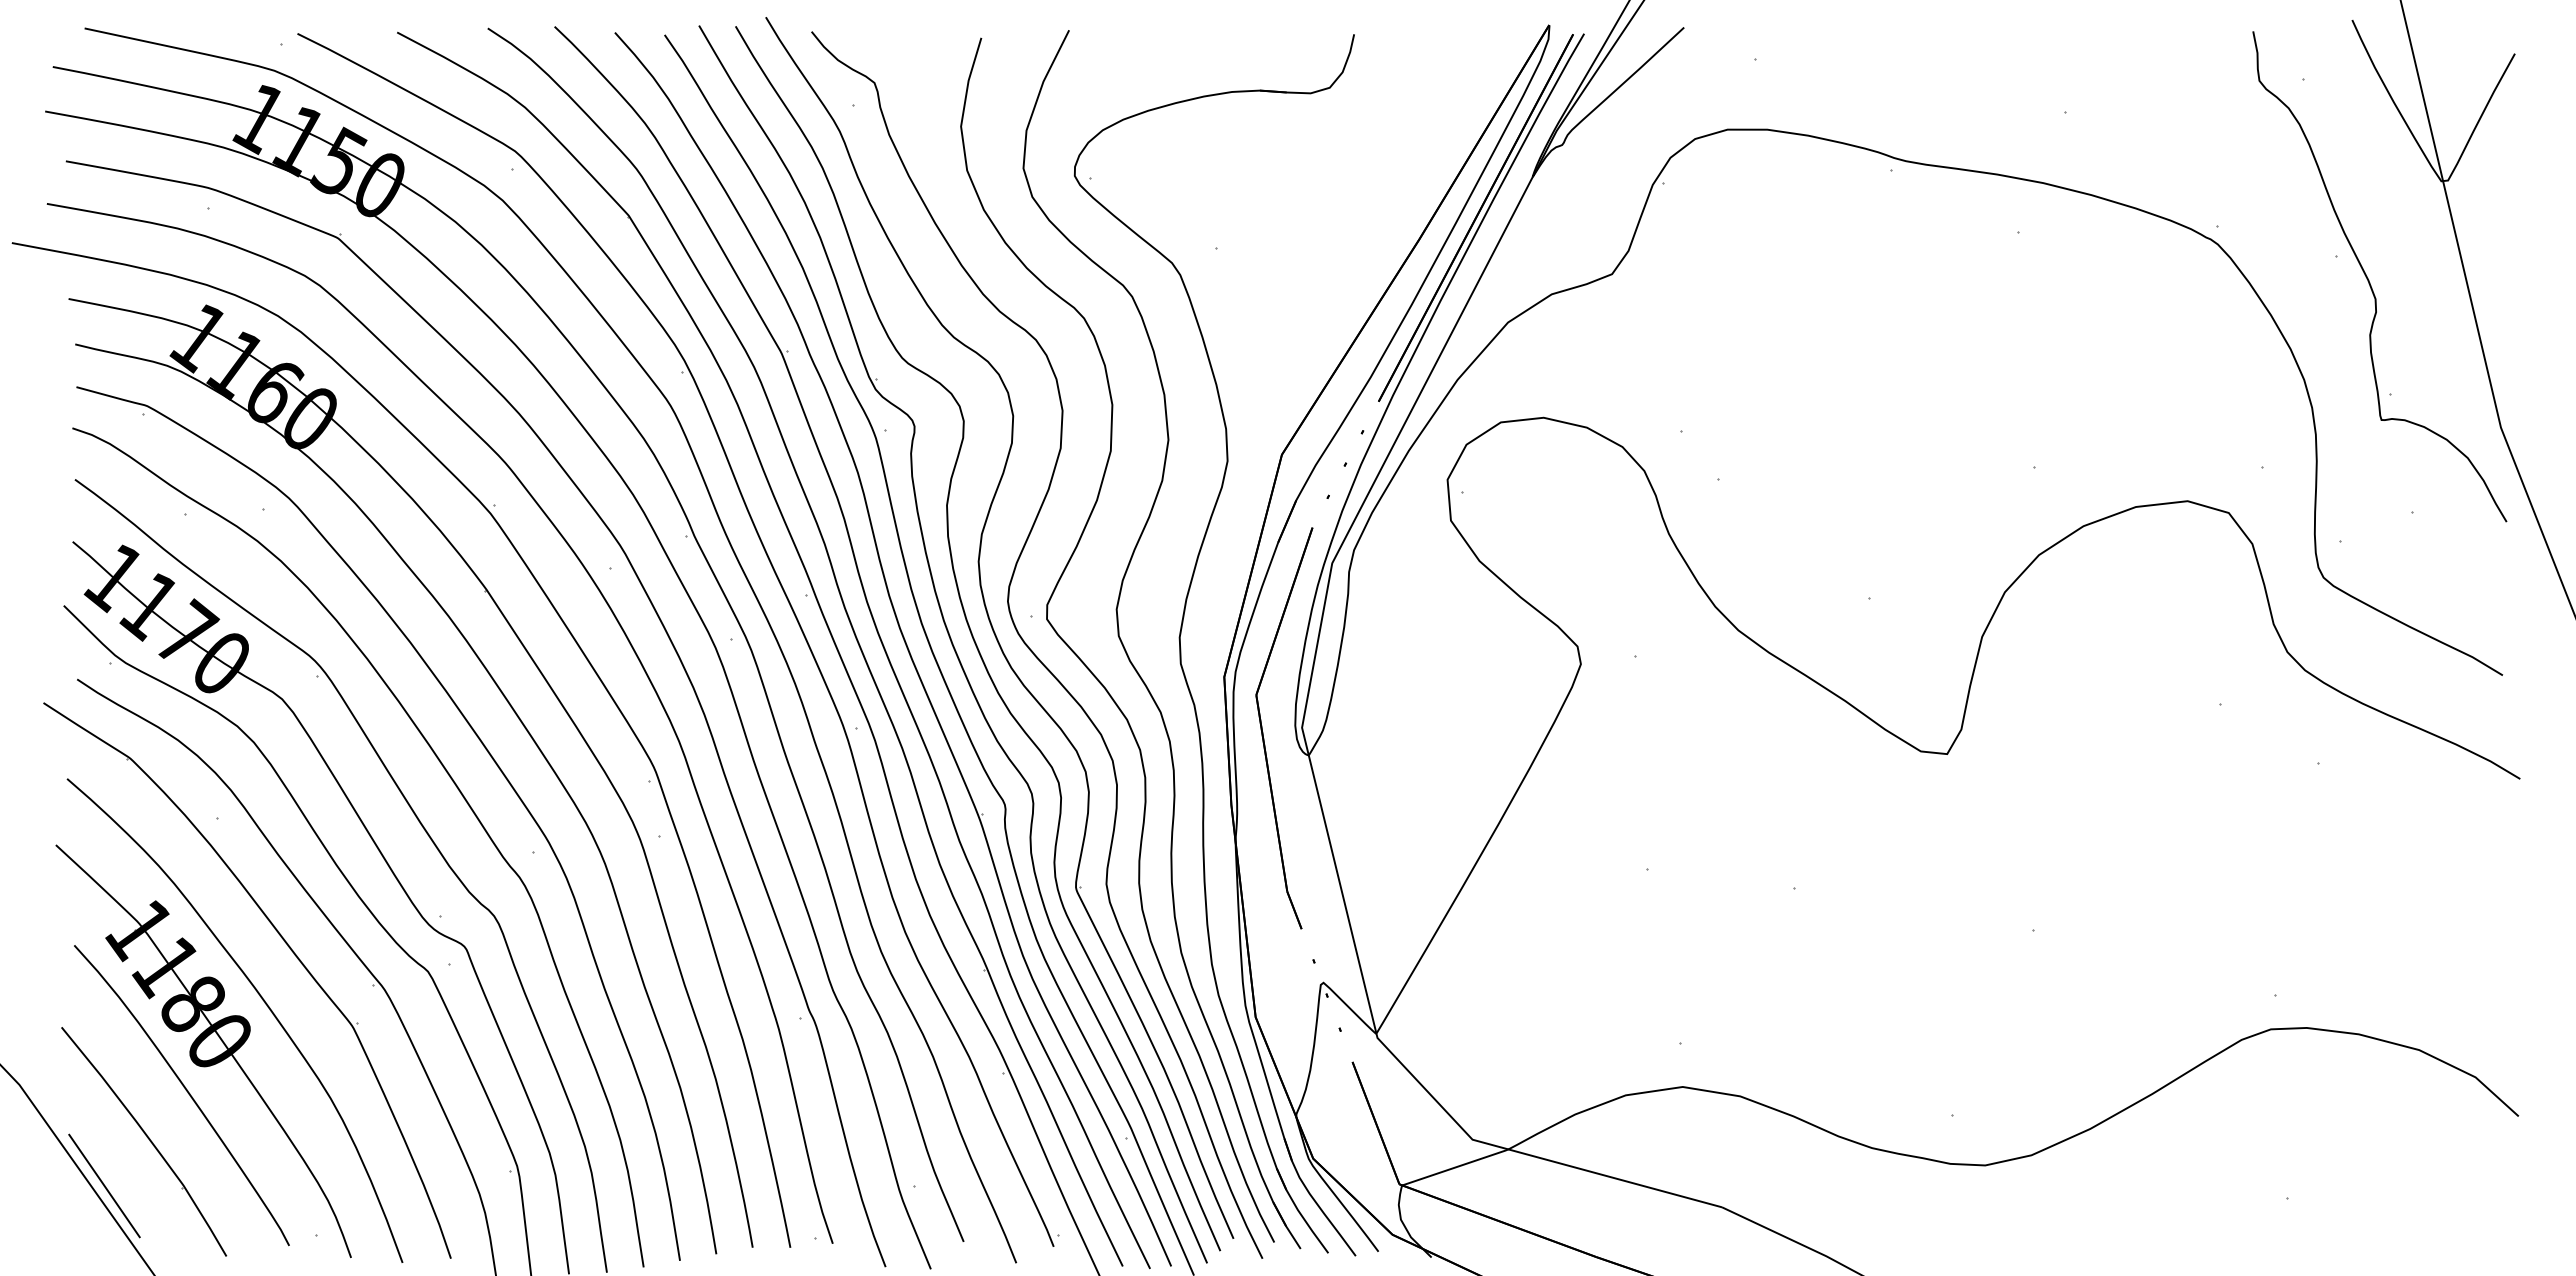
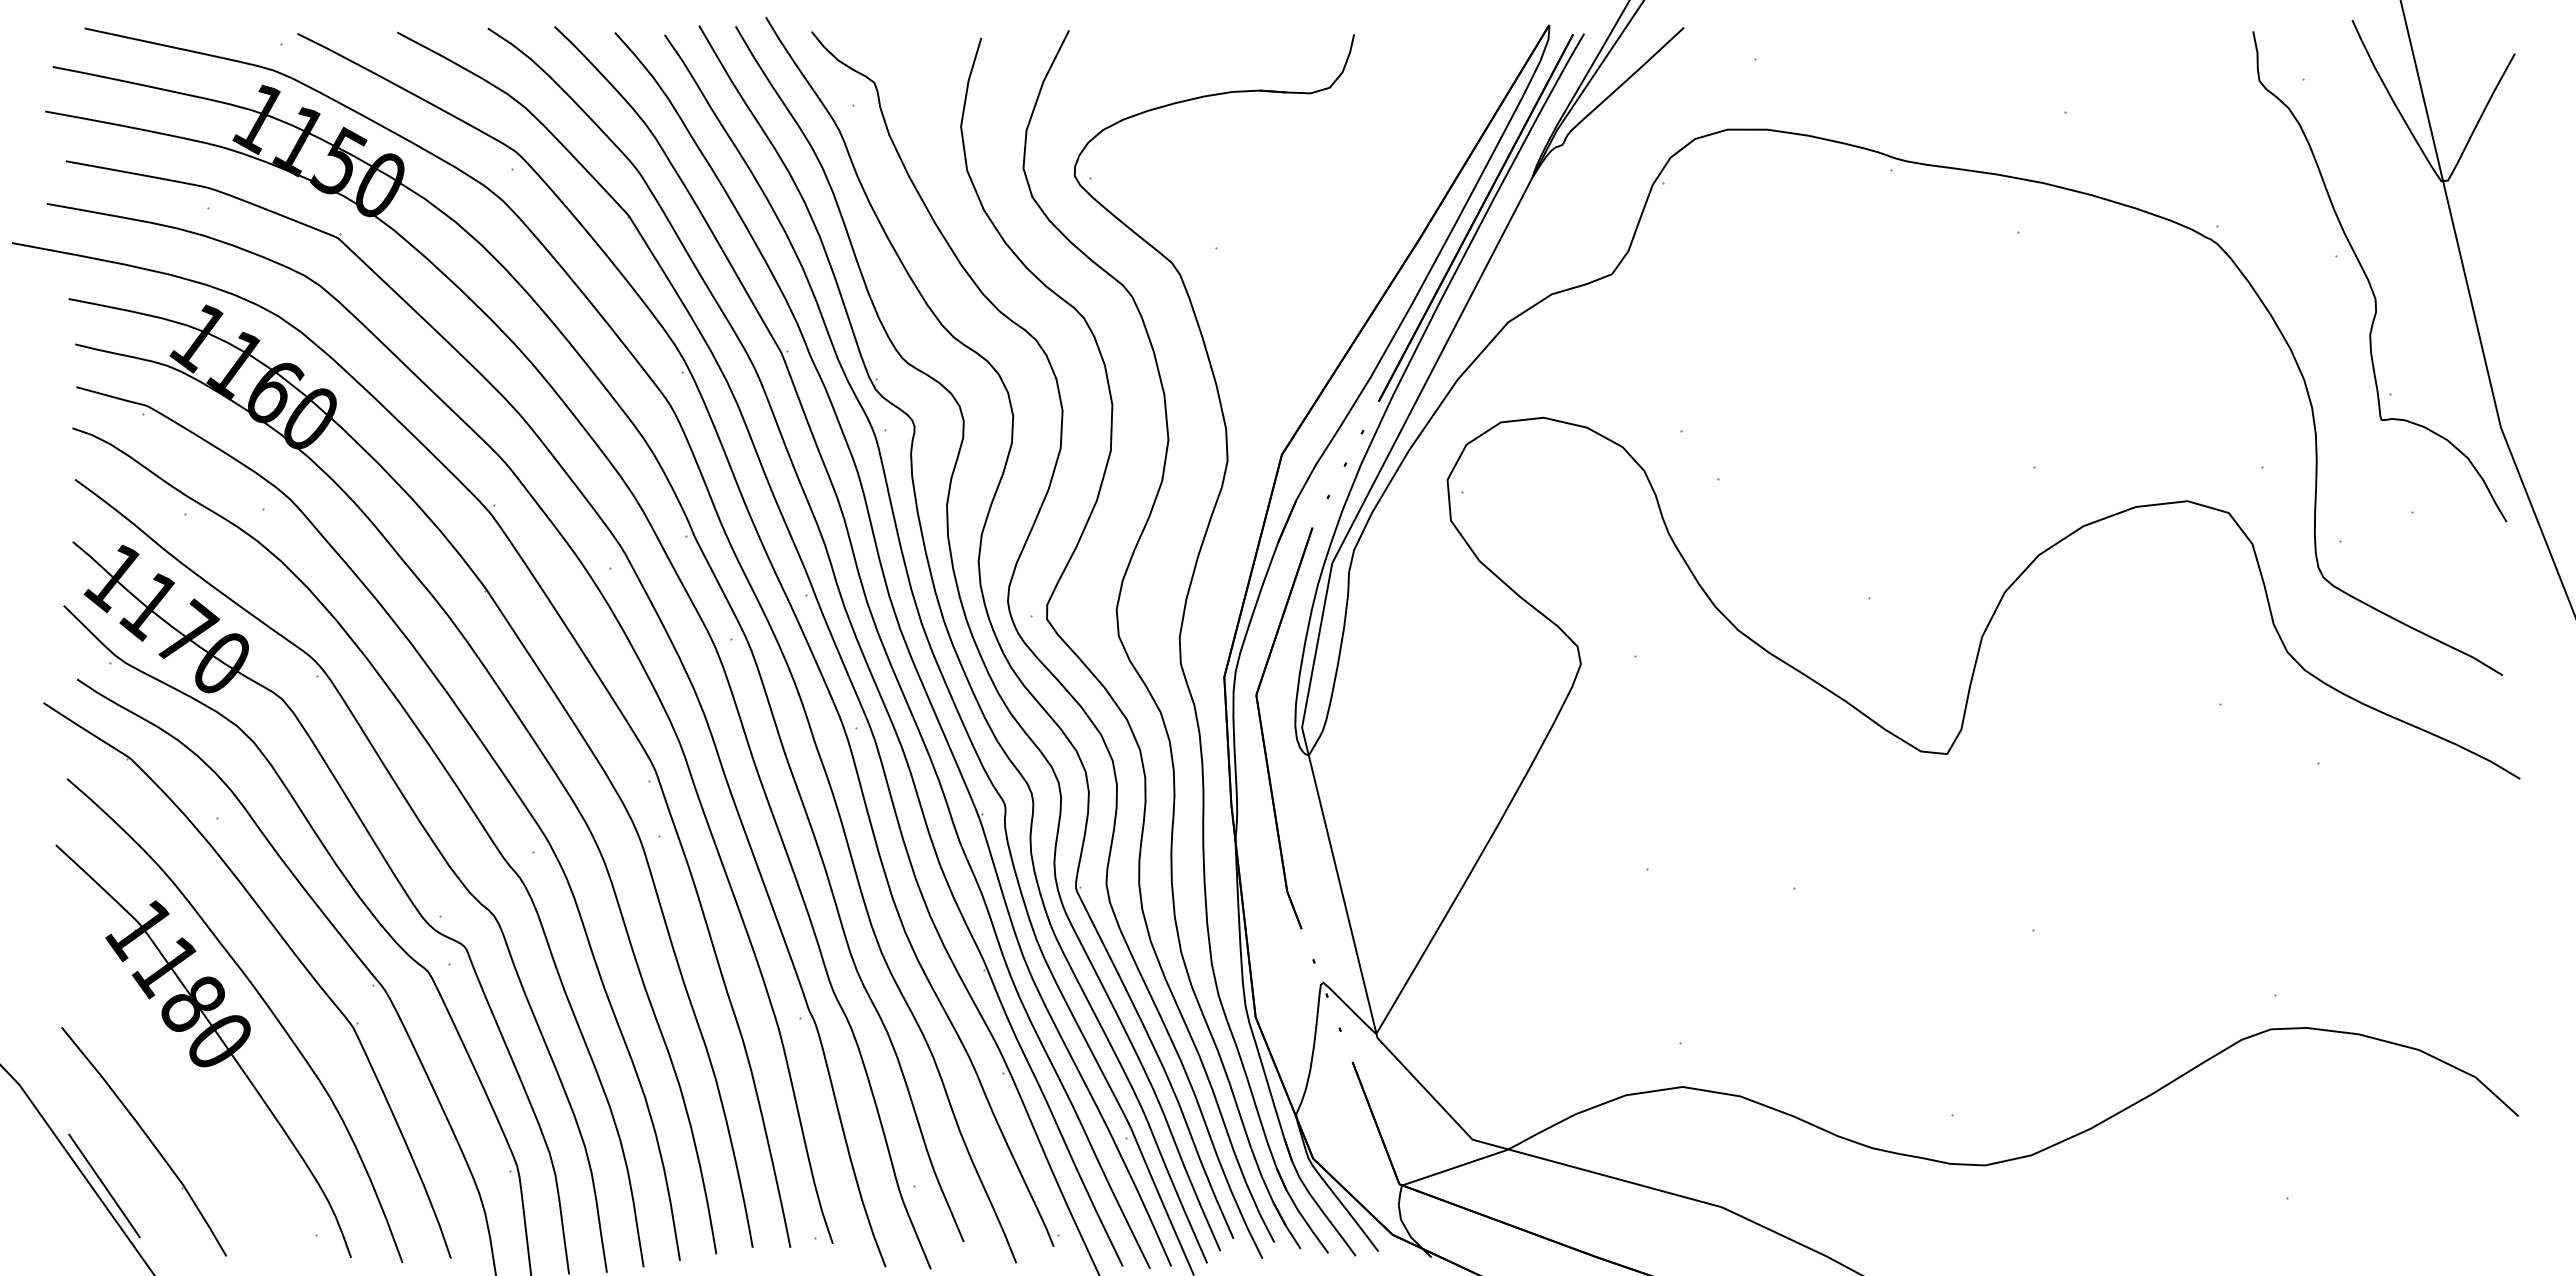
curve at (187, 1093): present -> none
